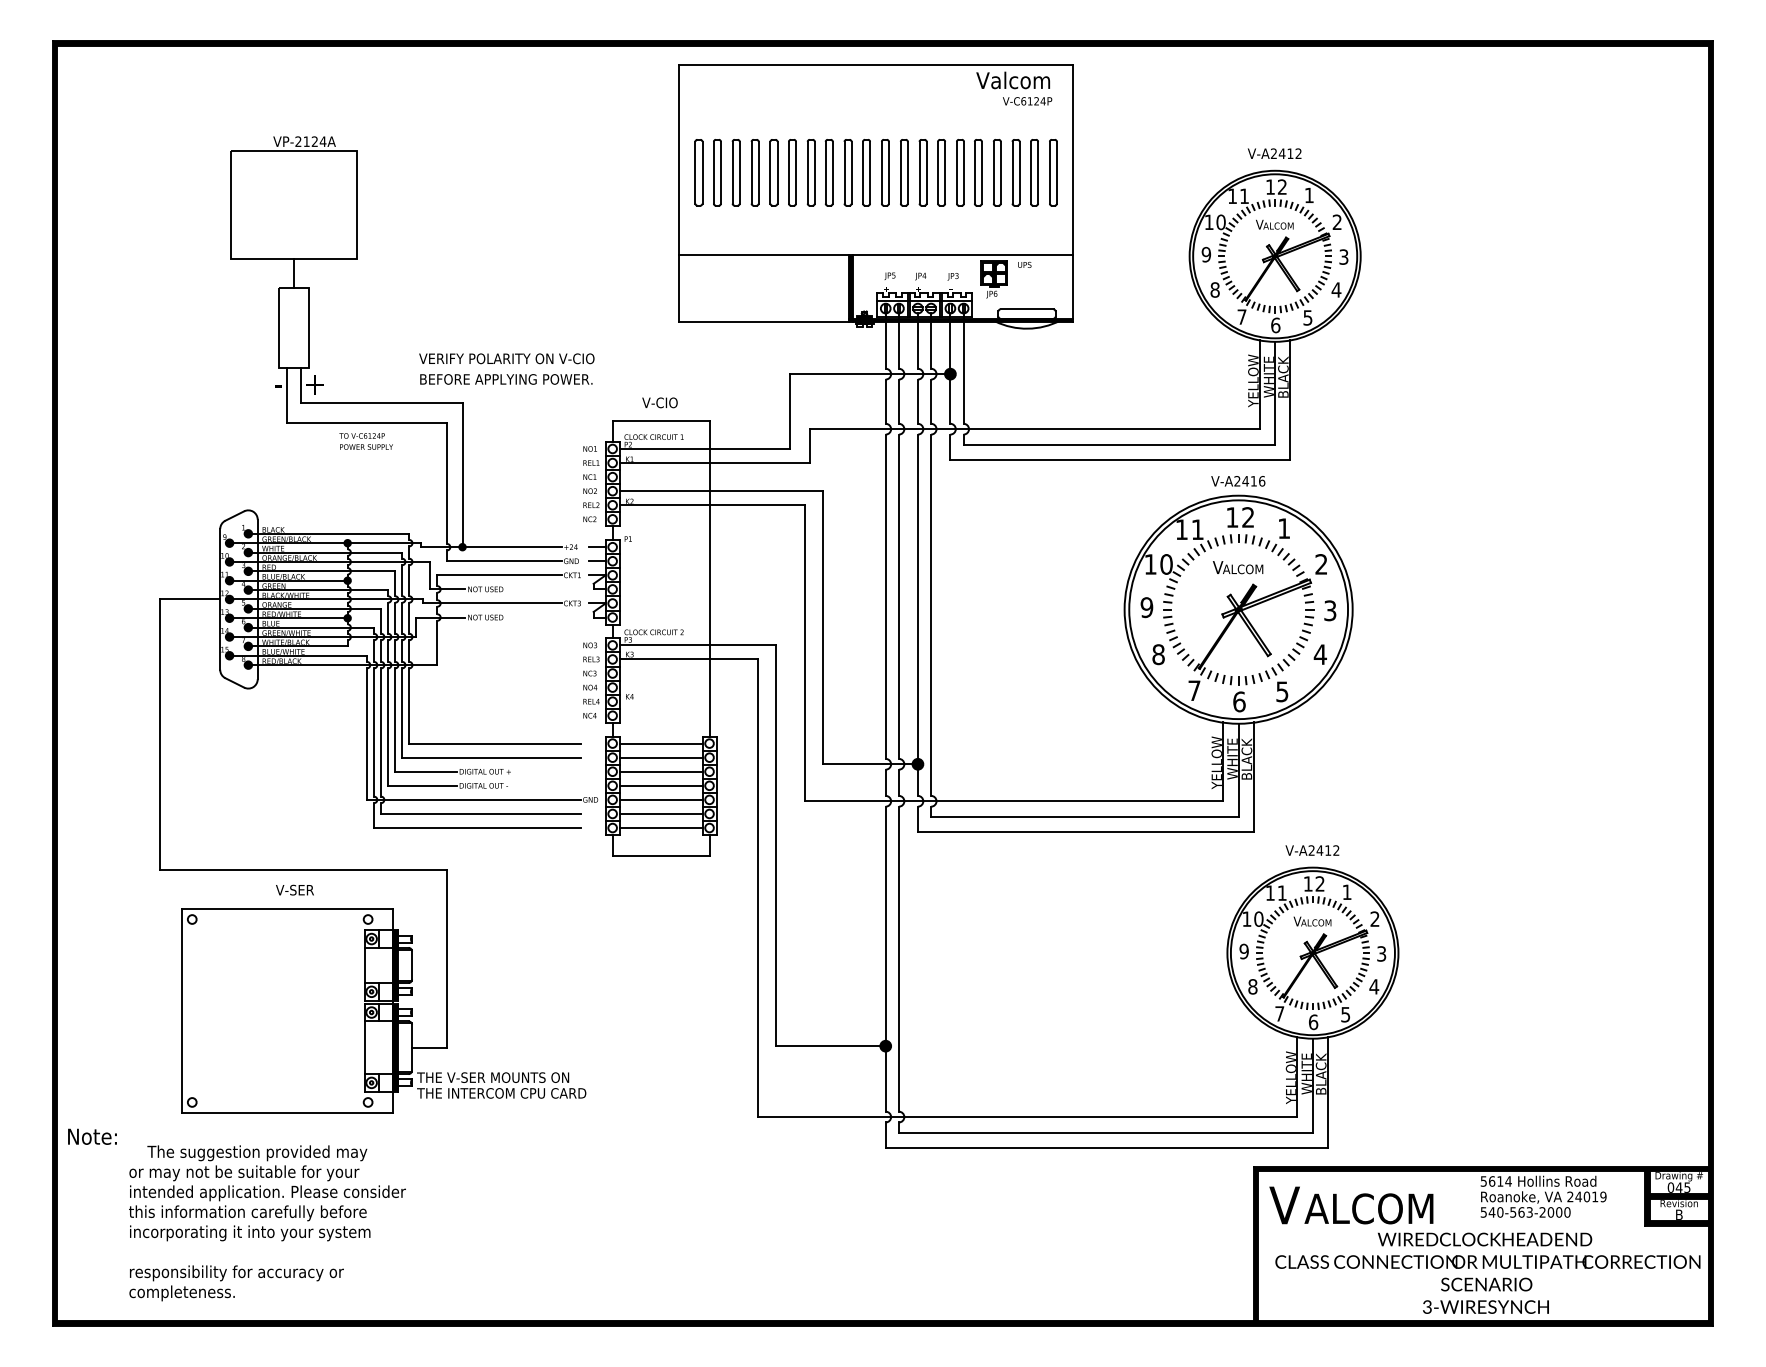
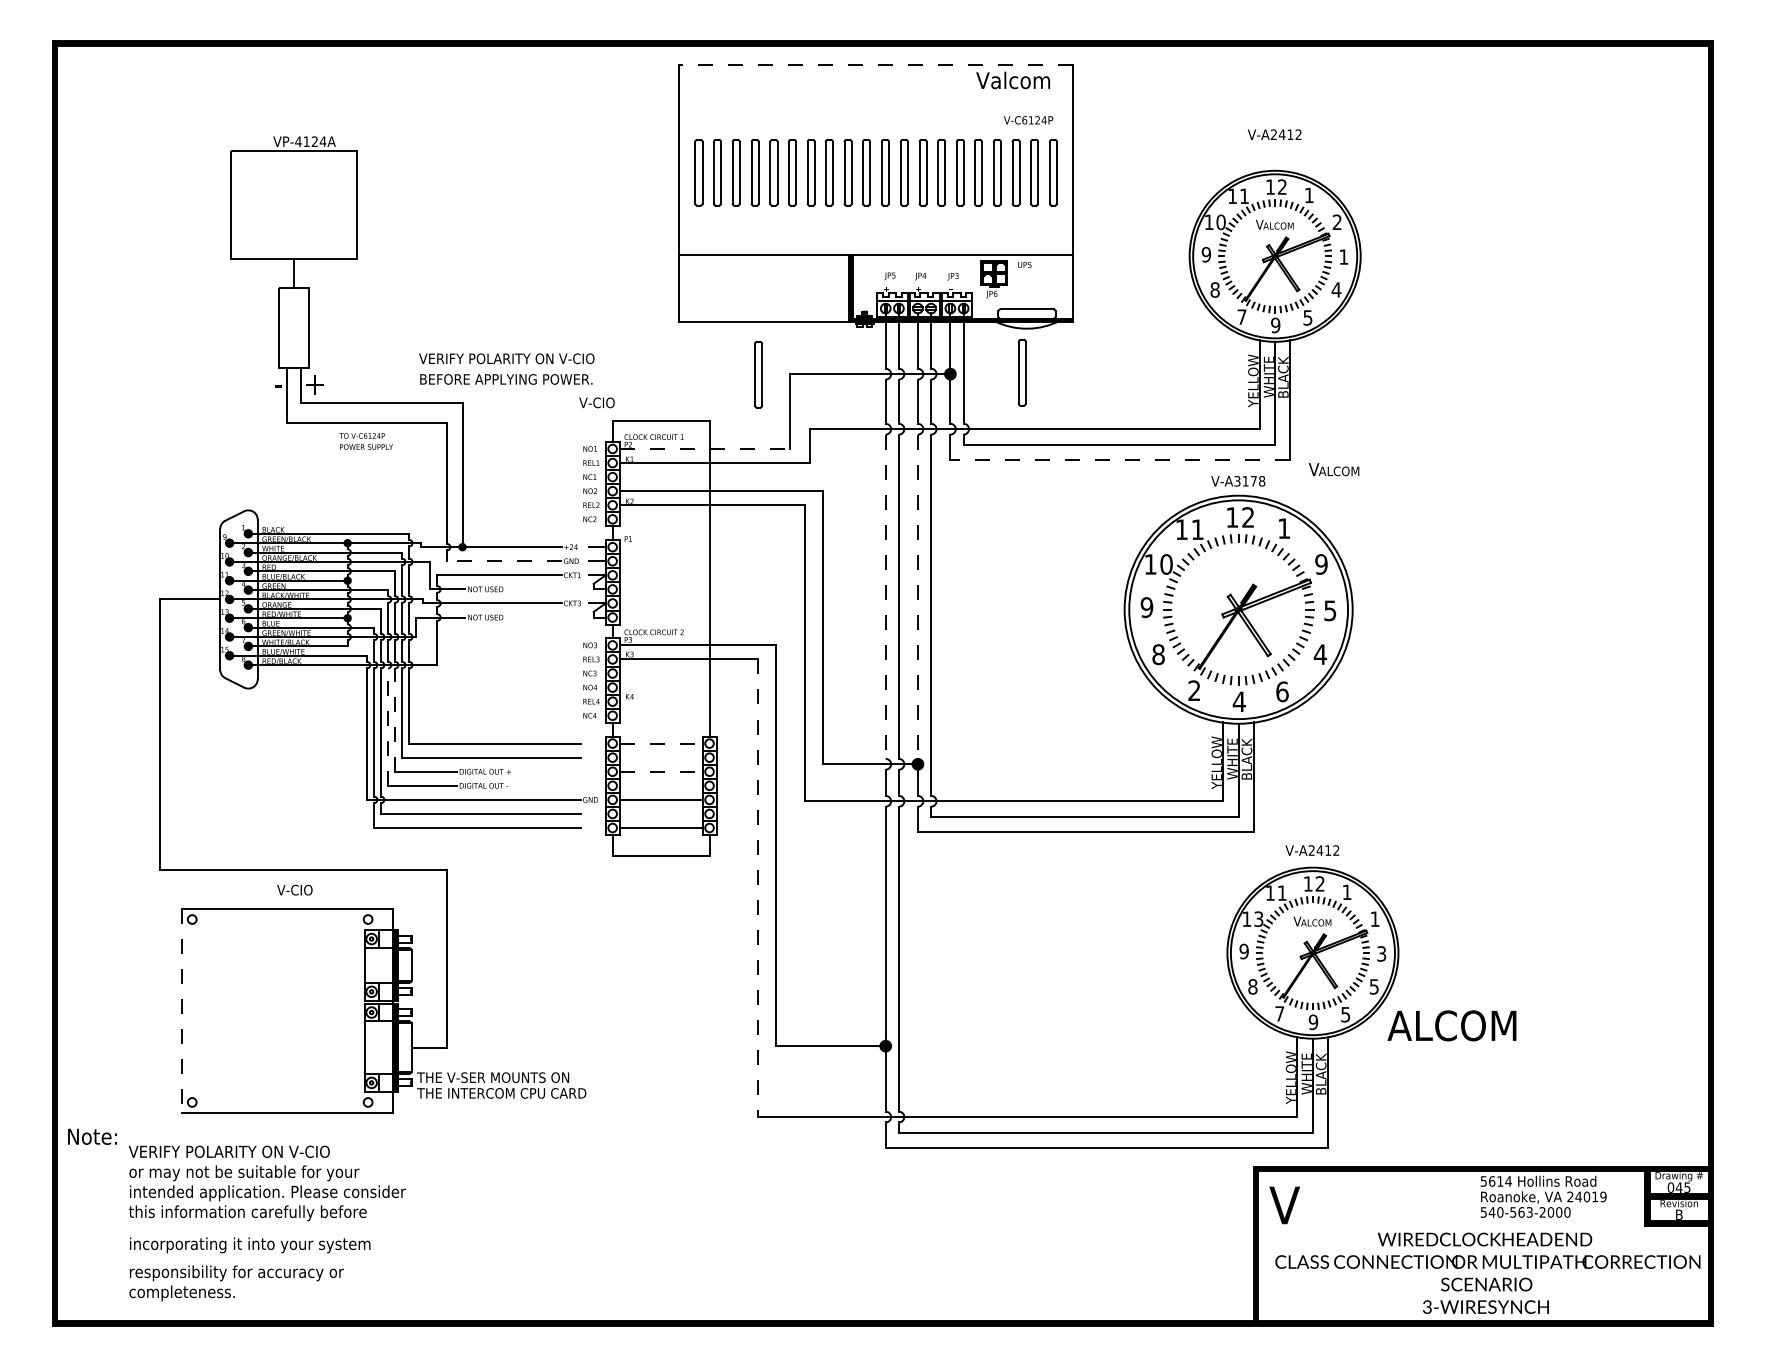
line at (875, 65): solid -> dashed
text at (1027, 101) position: (1027, 101) -> (1028, 120)
text at (298, 141): VP-2124A -> VP-4124A
text at (1274, 153) position: (1274, 153) -> (1274, 134)
text at (1343, 256): 3 -> 1
text at (1275, 325): 6 -> 9
part at (1021, 372): none -> present
part at (758, 374): none -> present
text at (659, 402) position: (659, 402) -> (596, 402)
line at (705, 448): solid -> dashed
line at (1119, 460): solid -> dashed
text at (1249, 481): V-A2416 -> V-A3178
line at (504, 561): solid -> dashed
text at (1321, 564): 2 -> 9
text at (1238, 567) position: (1238, 567) -> (1334, 469)
line at (885, 597): solid -> dashed
line at (917, 597): solid -> dashed
text at (1330, 610): 3 -> 5
text at (1194, 690): 7 -> 2
text at (1282, 691): 5 -> 6
text at (1238, 701): 6 -> 4
line at (395, 720): solid -> dashed
line at (388, 727): solid -> dashed
line at (661, 743): solid -> dashed
line at (660, 757): present -> none
line at (661, 771): solid -> dashed
line at (660, 785): present -> none
line at (660, 813): present -> none
line at (758, 888): solid -> dashed
text at (294, 889): V-SER -> V-CIO
text at (1258, 918): 10 -> 13
text at (1374, 918): 2 -> 1
text at (1374, 986): 4 -> 5
line at (181, 1011): solid -> dashed
text at (1313, 1022): 6 -> 9
text at (247, 1153): The suggestion provided may -> VERIFY POLARITY ON V-CIO
text at (1368, 1208) position: (1368, 1208) -> (1451, 1025)
text at (250, 1233) position: (250, 1233) -> (250, 1245)
